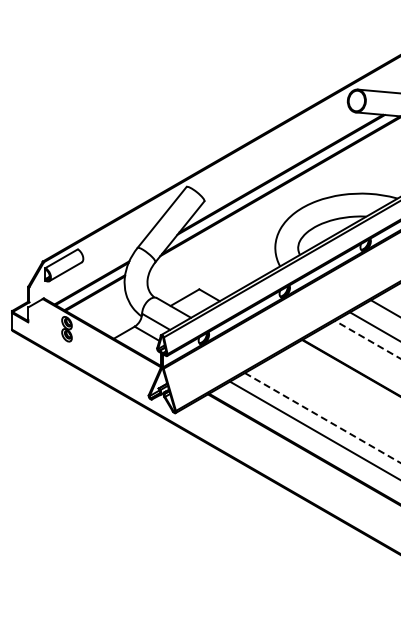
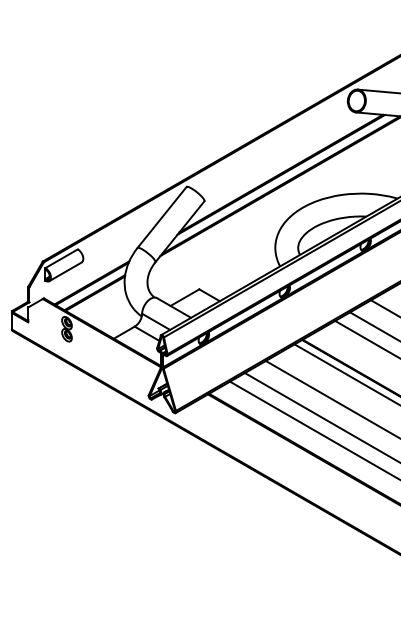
line at (368, 339): dashed -> solid
line at (345, 374): none -> present
line at (331, 399): none -> present
line at (322, 418): dashed -> solid
